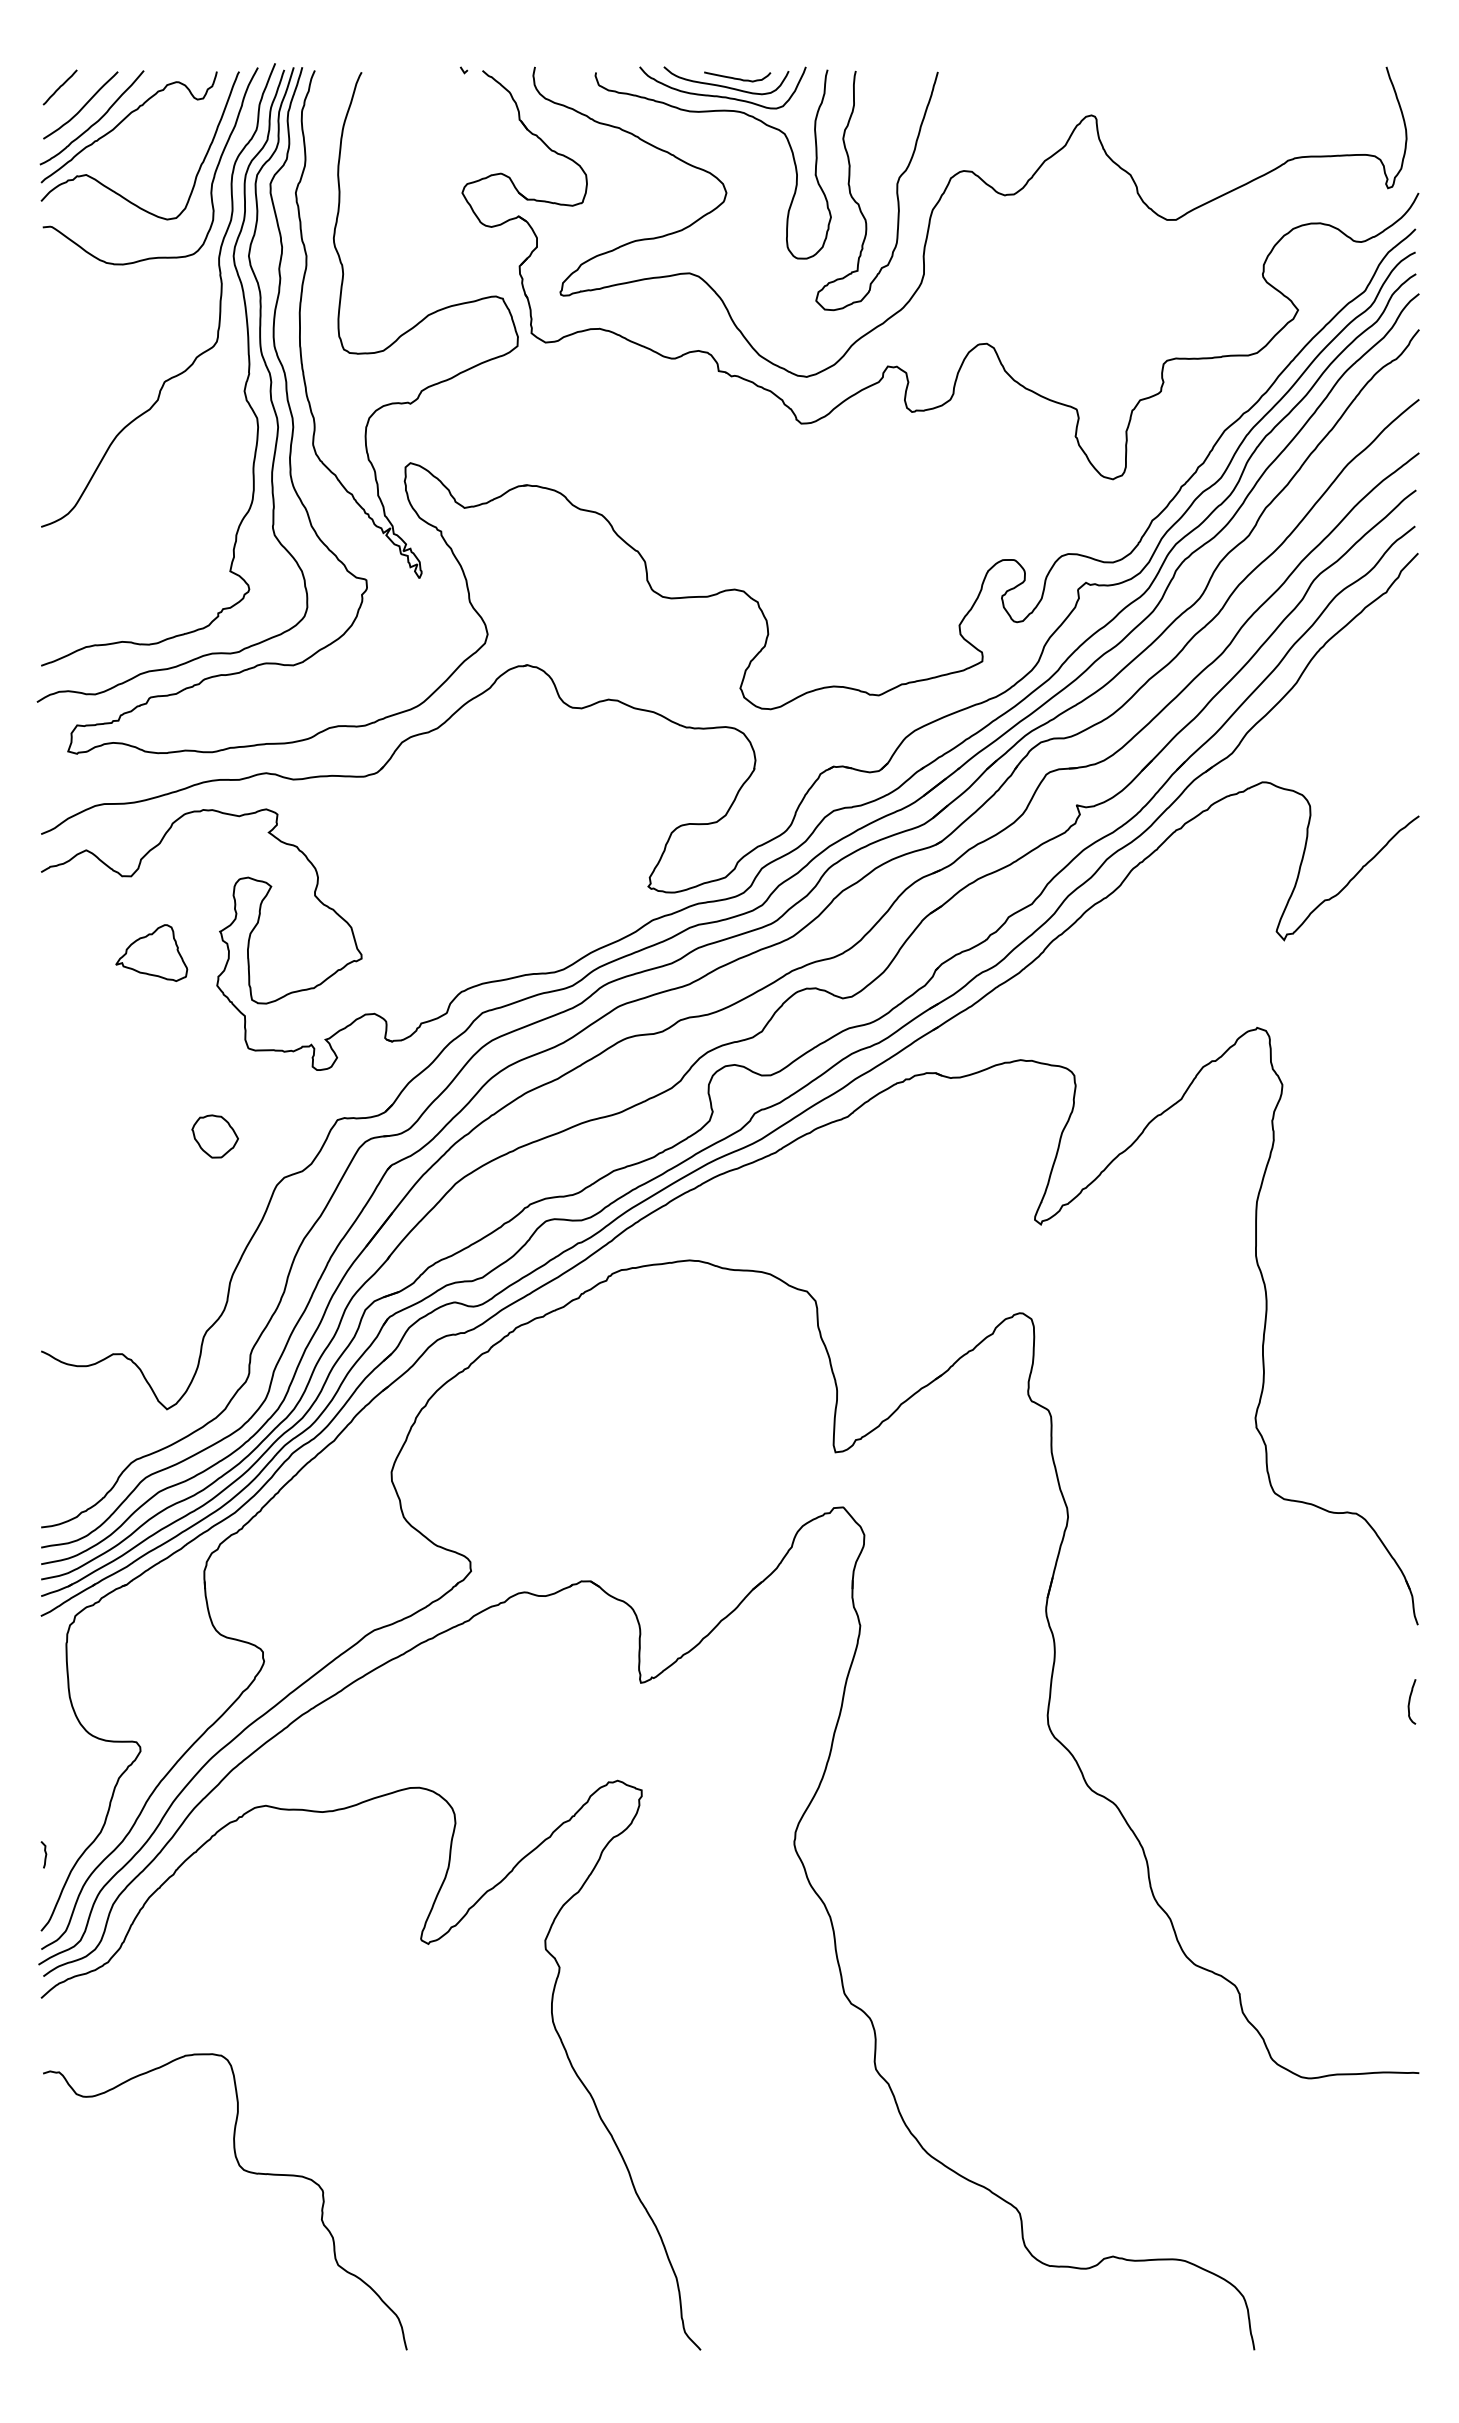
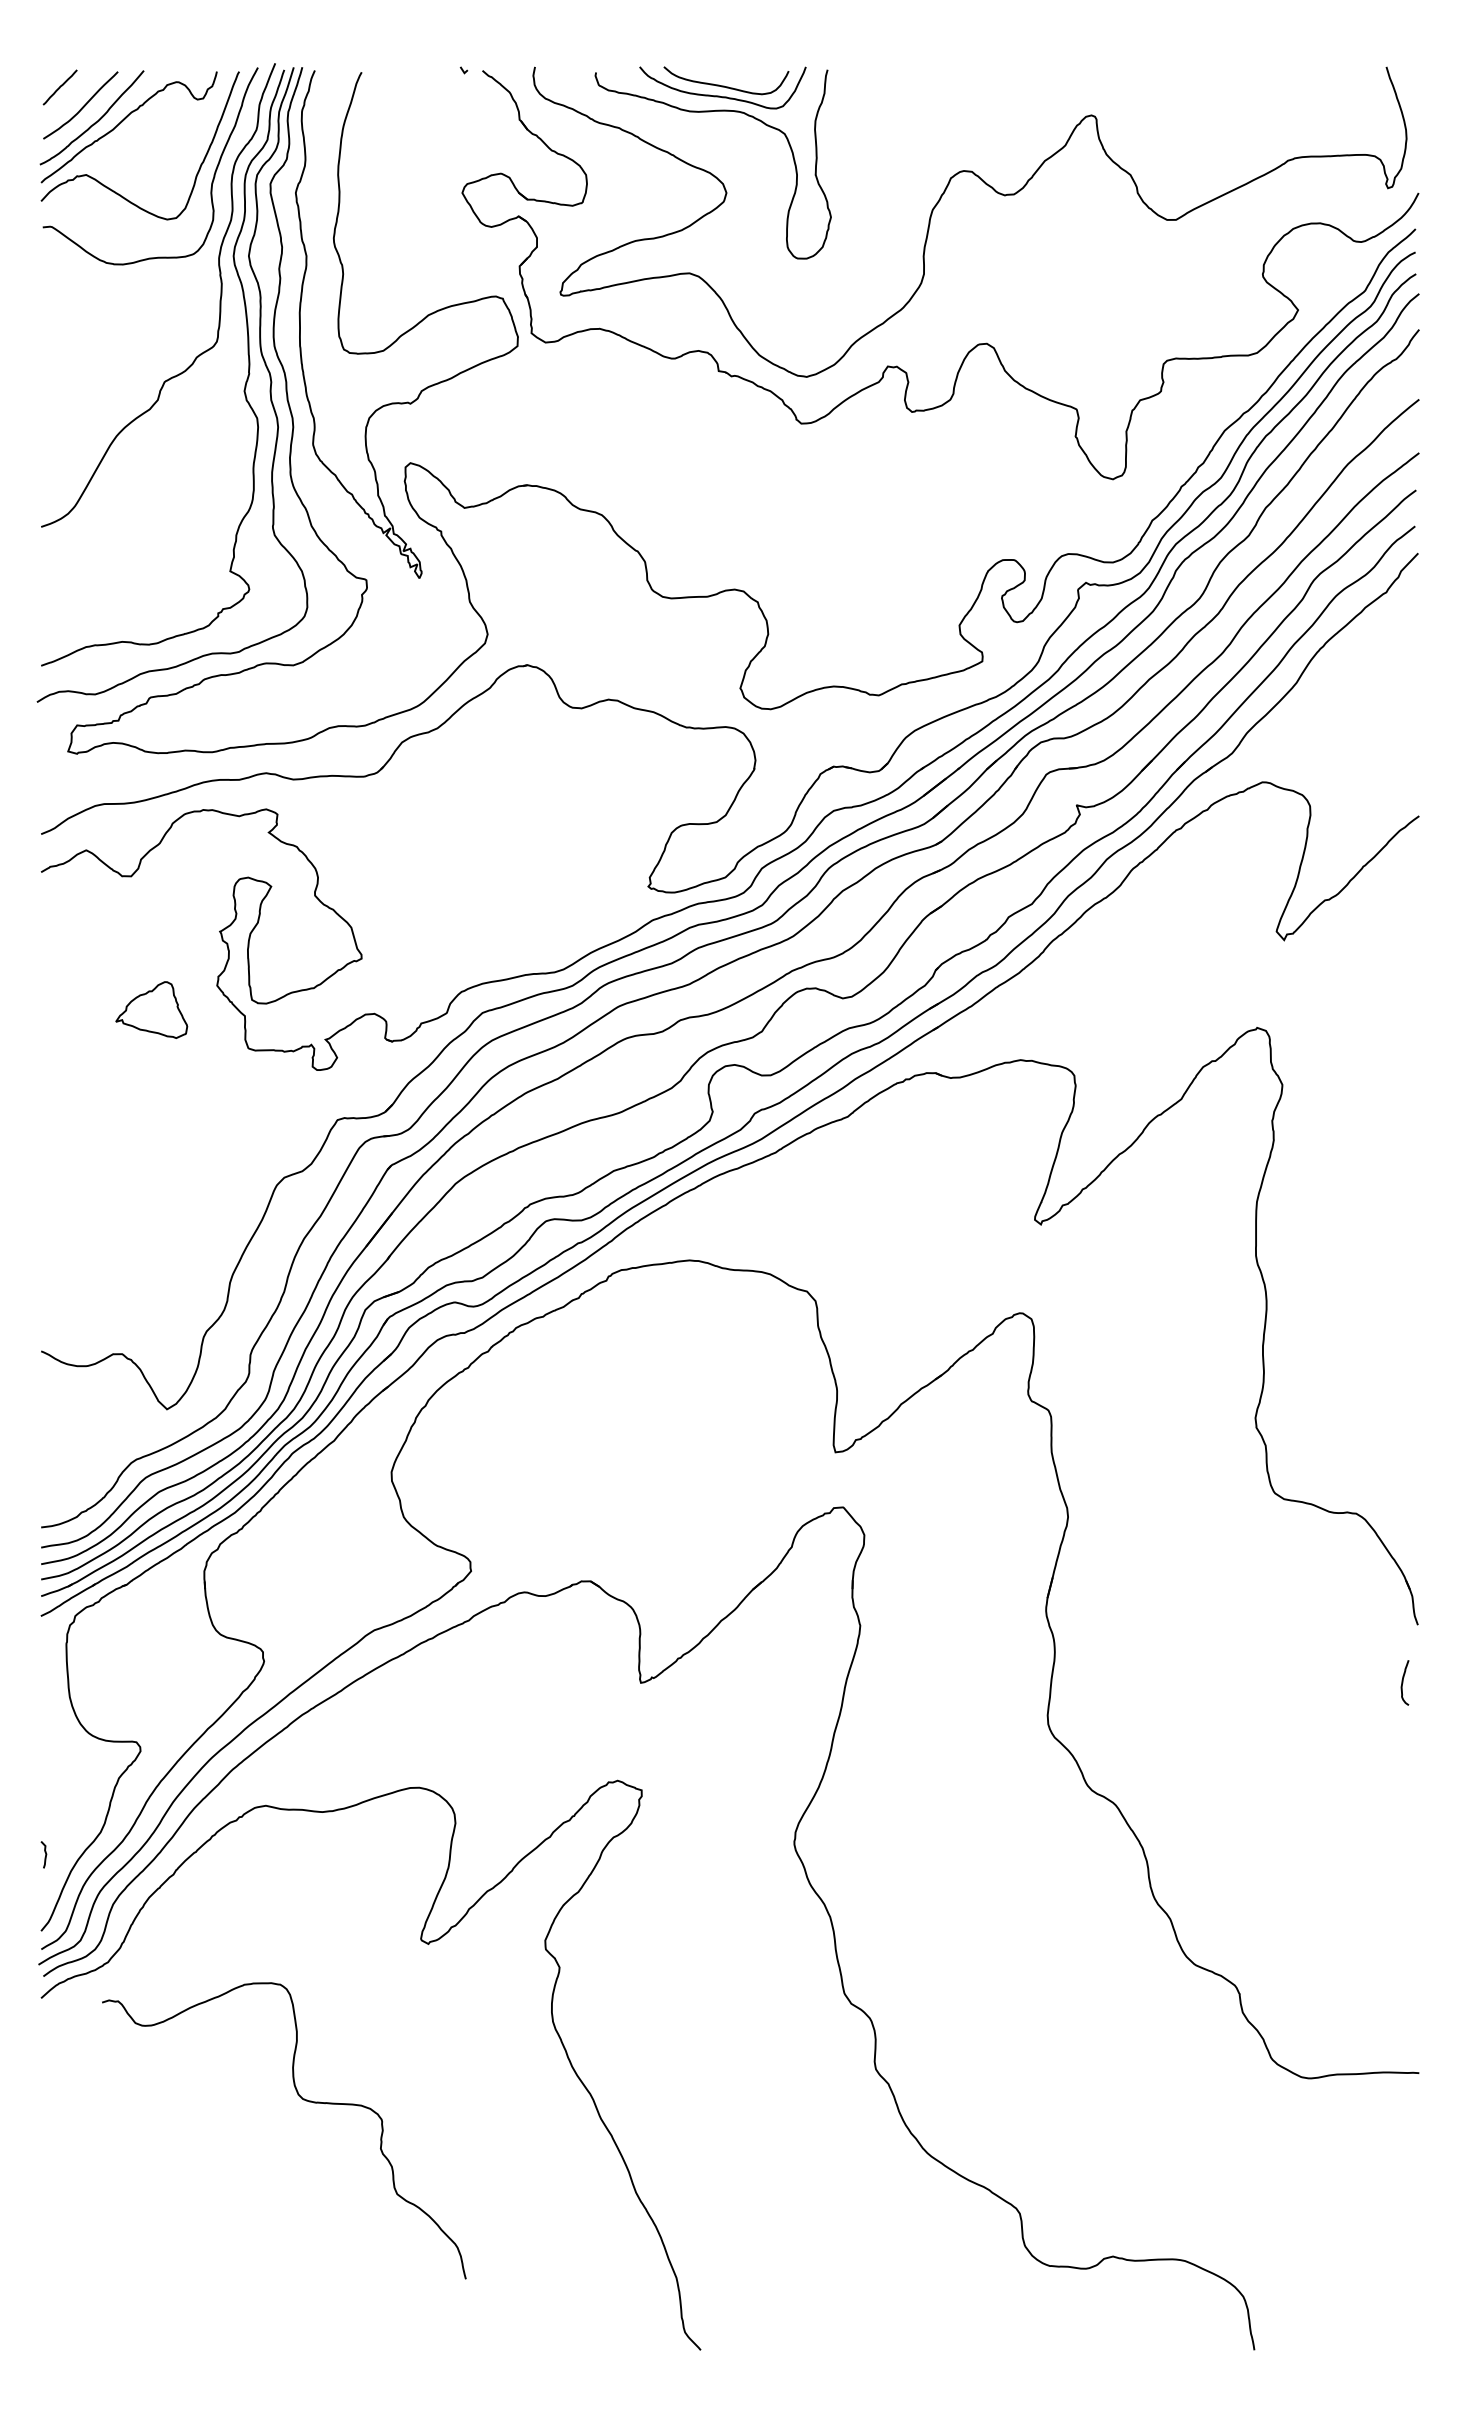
curve at (737, 78): present -> none
curve at (896, 190): present -> none
part at (151, 952) position: (151, 952) -> (151, 1009)
part at (214, 1136): present -> none
curve at (1410, 1701) position: (1410, 1701) -> (1403, 1682)
curve at (244, 2171) position: (244, 2171) -> (303, 2100)
